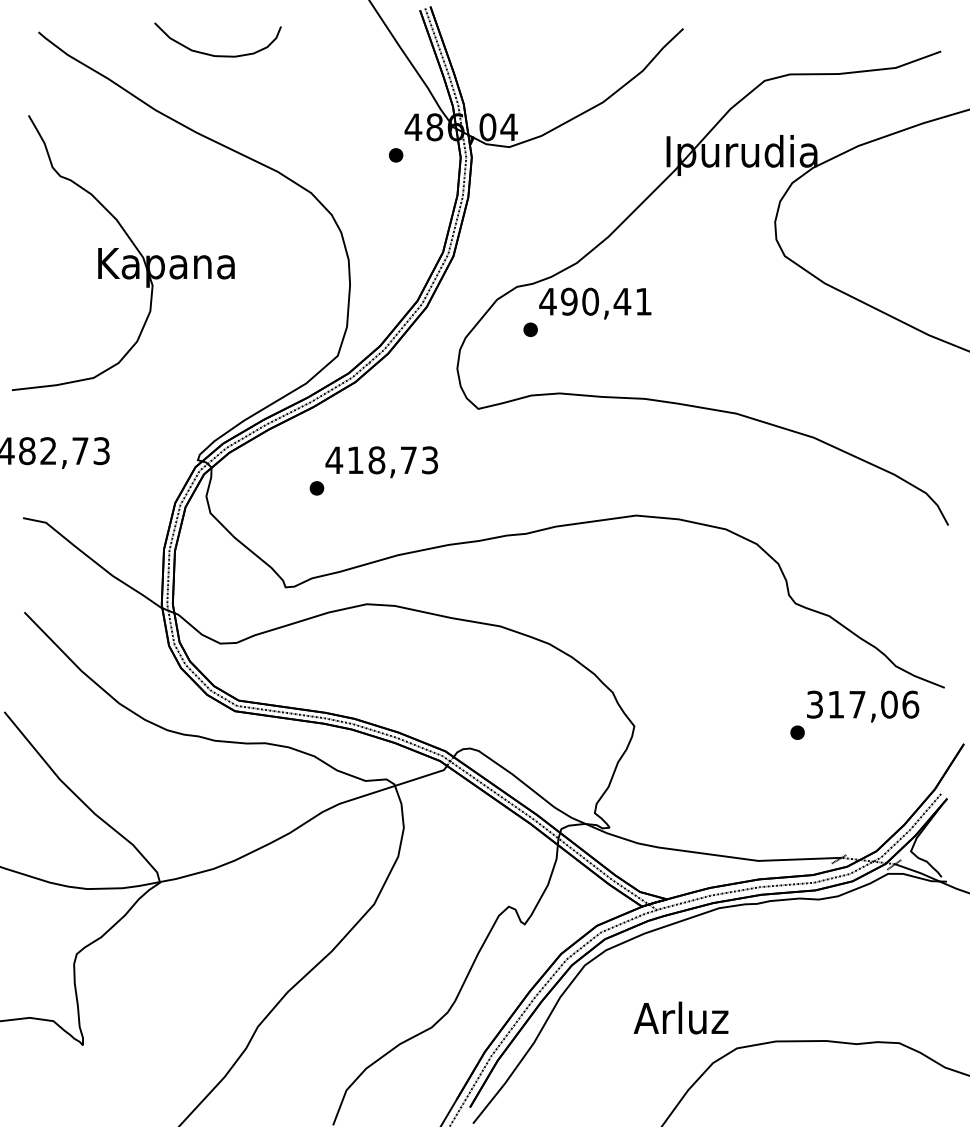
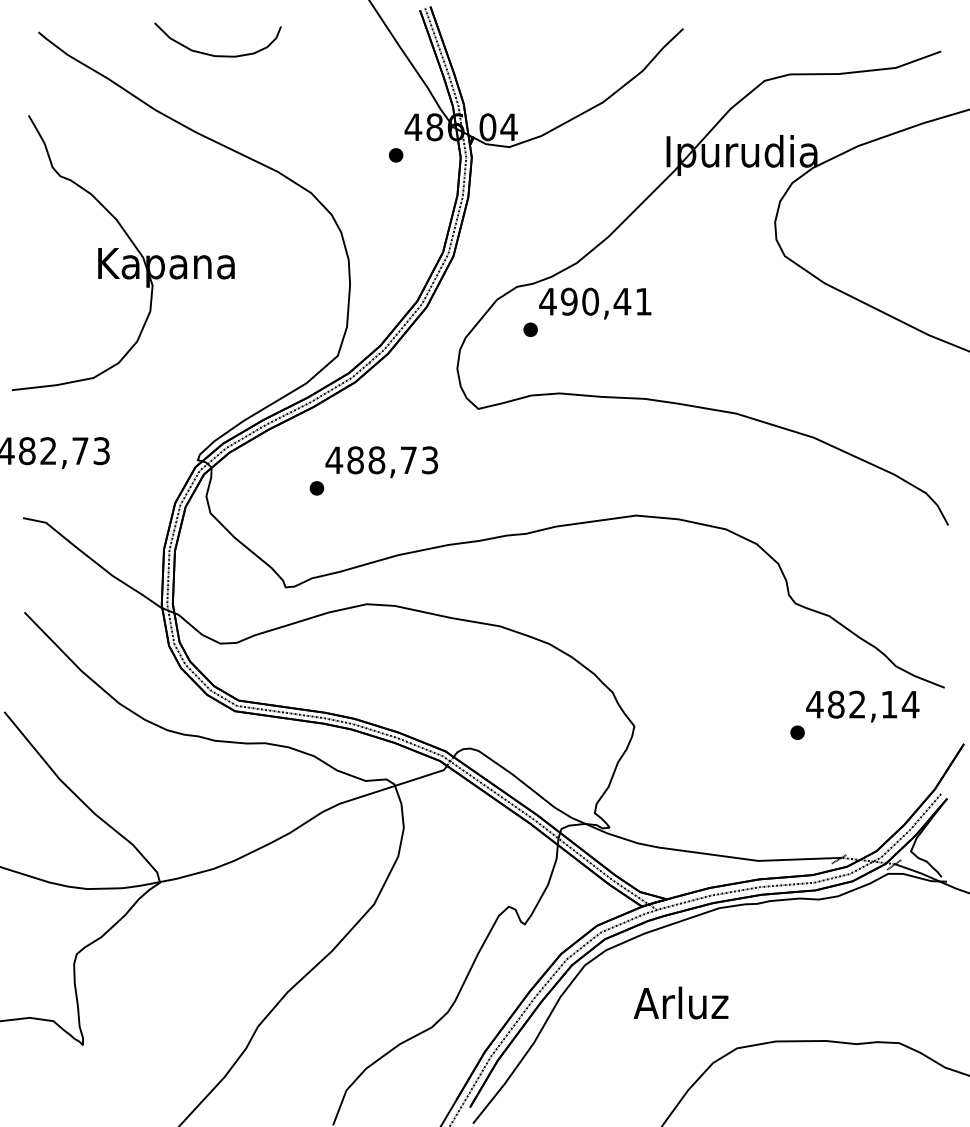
text at (355, 460): 418,73 -> 488,73
text at (862, 704): 317,06 -> 482,14
text at (680, 1017) position: (680, 1017) -> (680, 1002)
